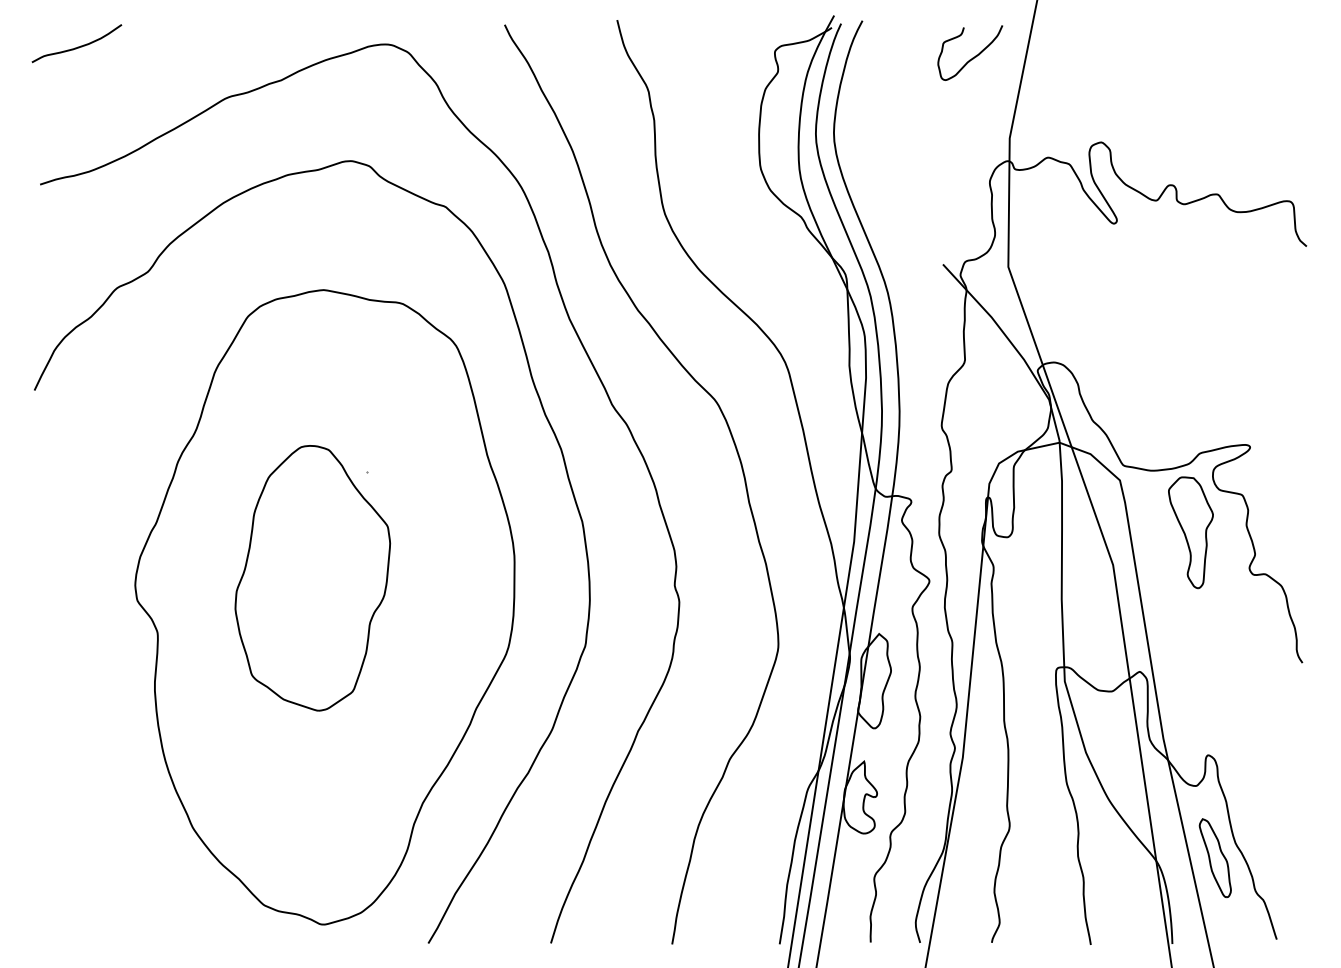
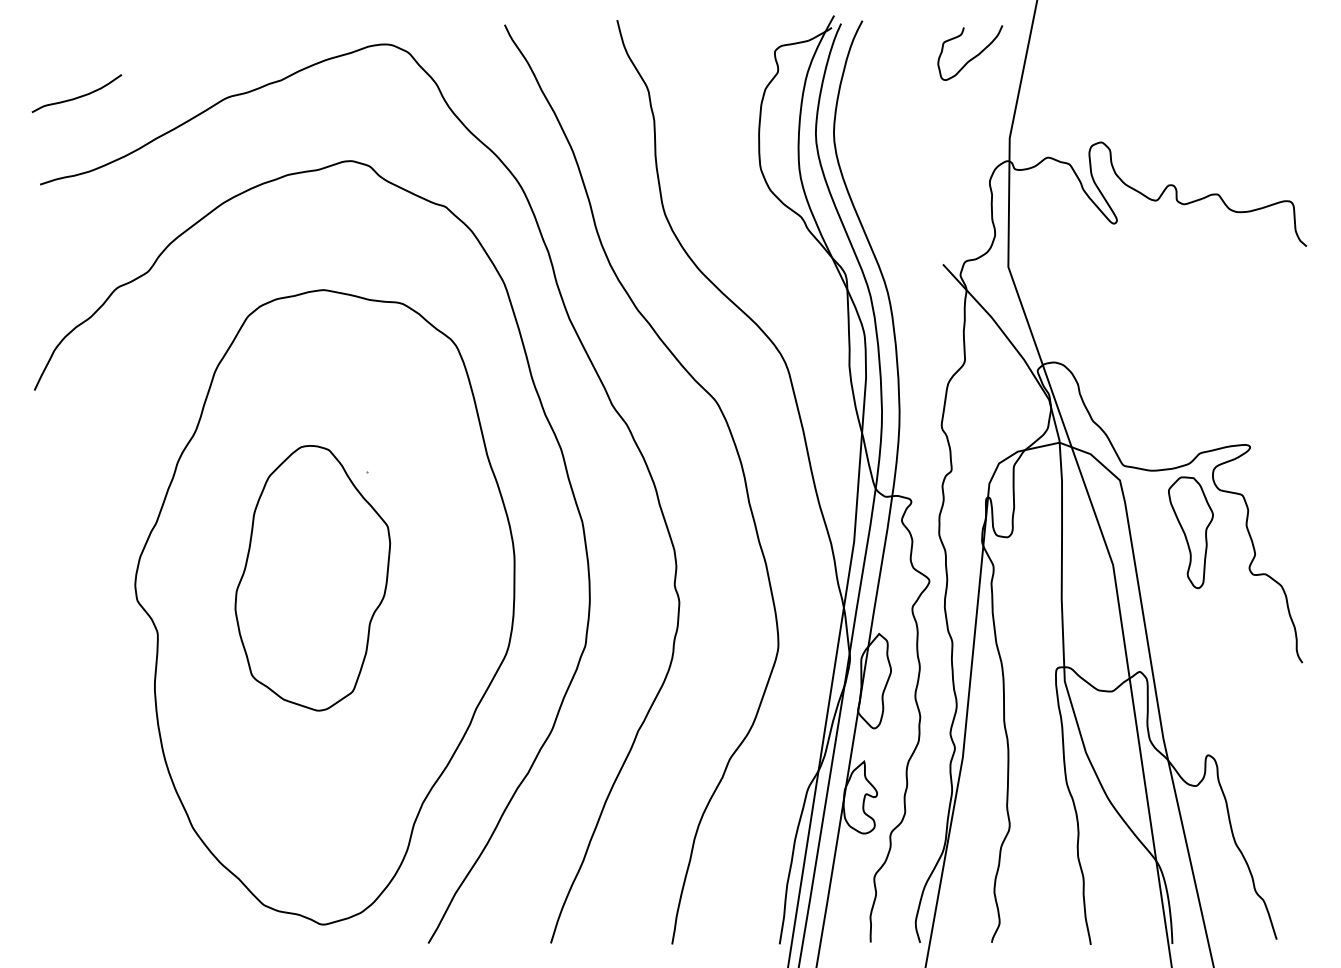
curve at (77, 46) position: (77, 46) -> (77, 96)
part at (1214, 858): present -> none
